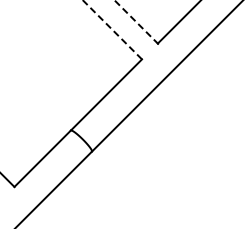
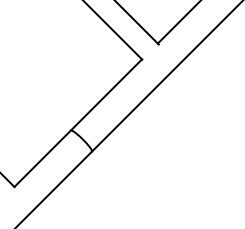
line at (136, 21): dashed -> solid
line at (112, 30): dashed -> solid
